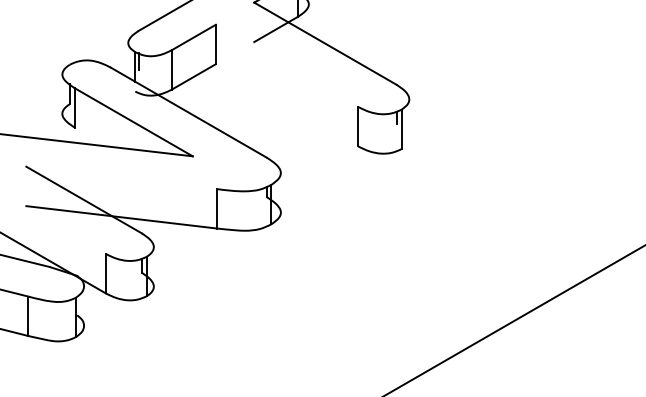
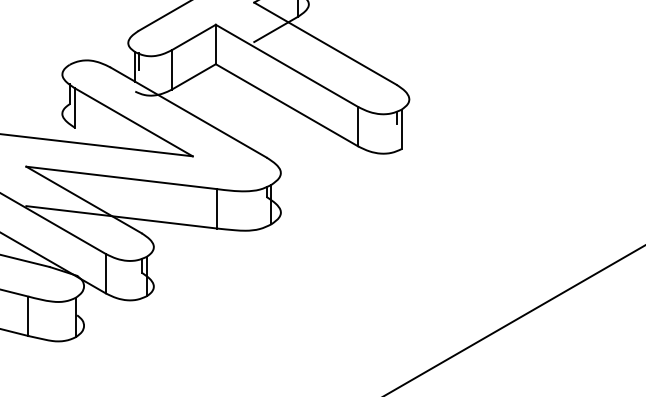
line at (286, 65): none -> present
line at (286, 105): none -> present
line at (121, 177): none -> present
line at (53, 223): none -> present
